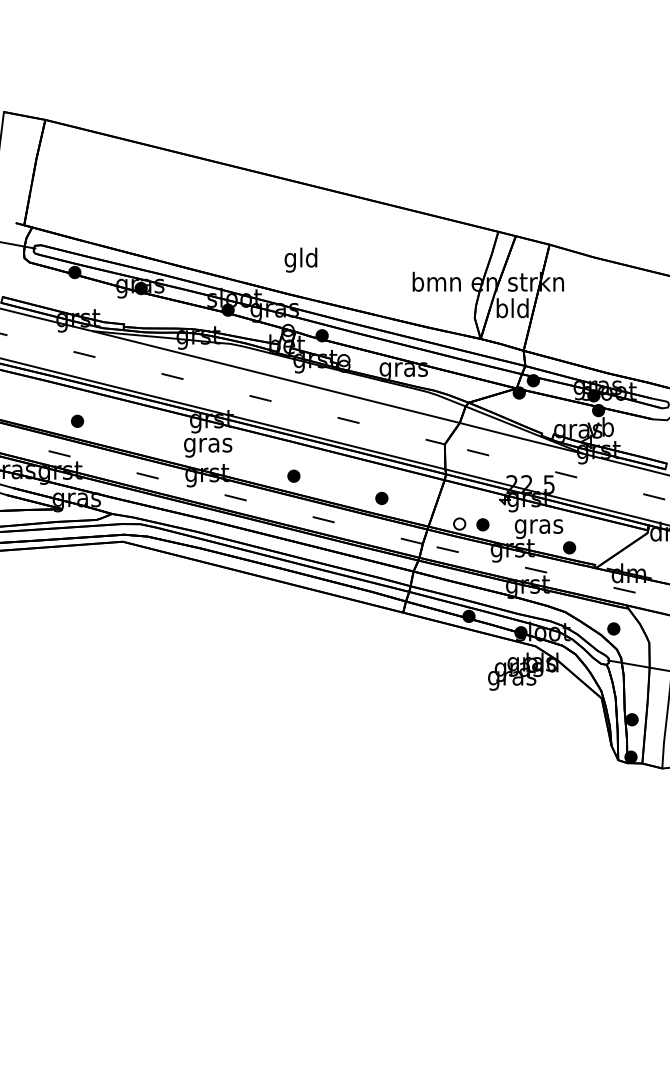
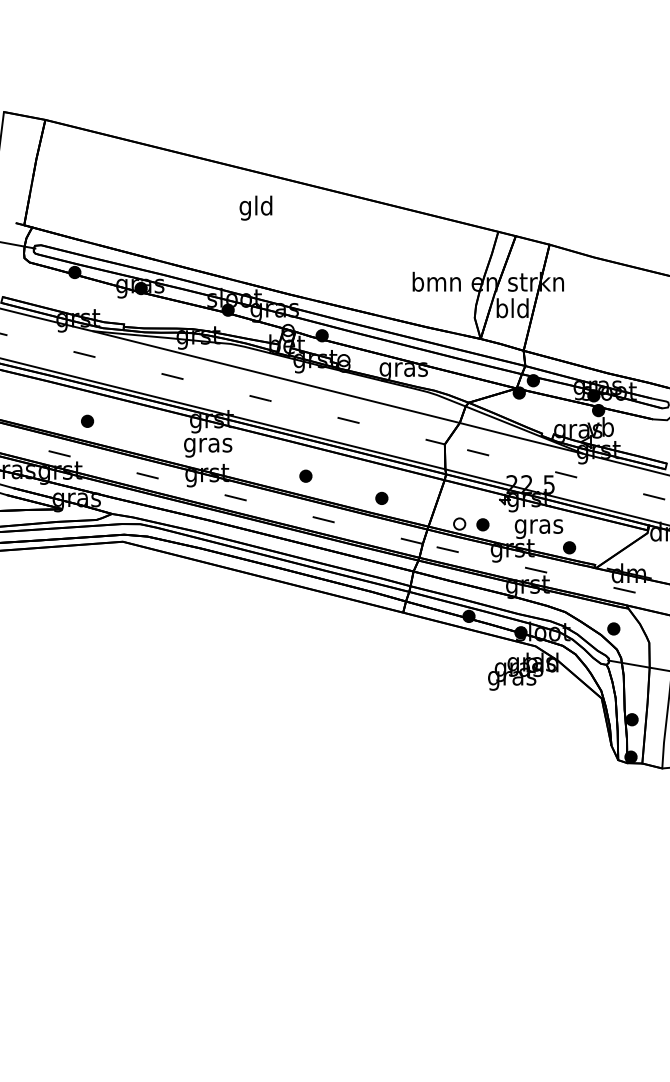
text at (300, 259) position: (300, 259) -> (255, 207)
part at (77, 420) position: (77, 420) -> (87, 420)
part at (293, 475) position: (293, 475) -> (305, 475)
